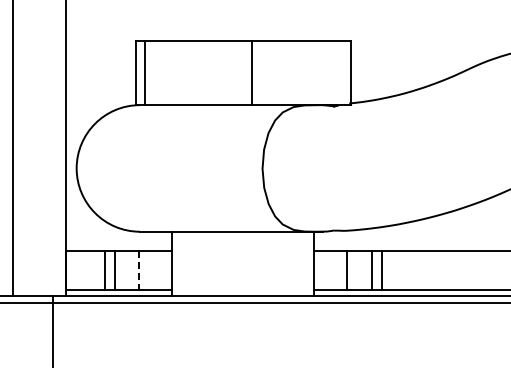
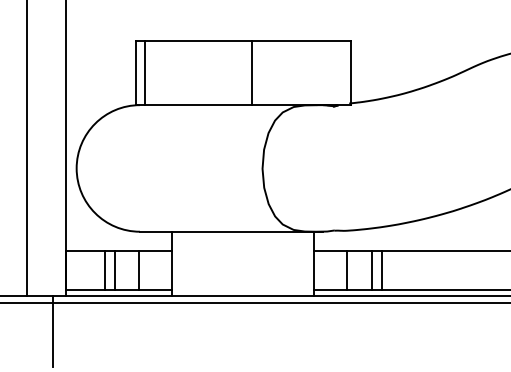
line at (12, 149) position: (12, 149) -> (26, 149)
line at (139, 270): dashed -> solid
